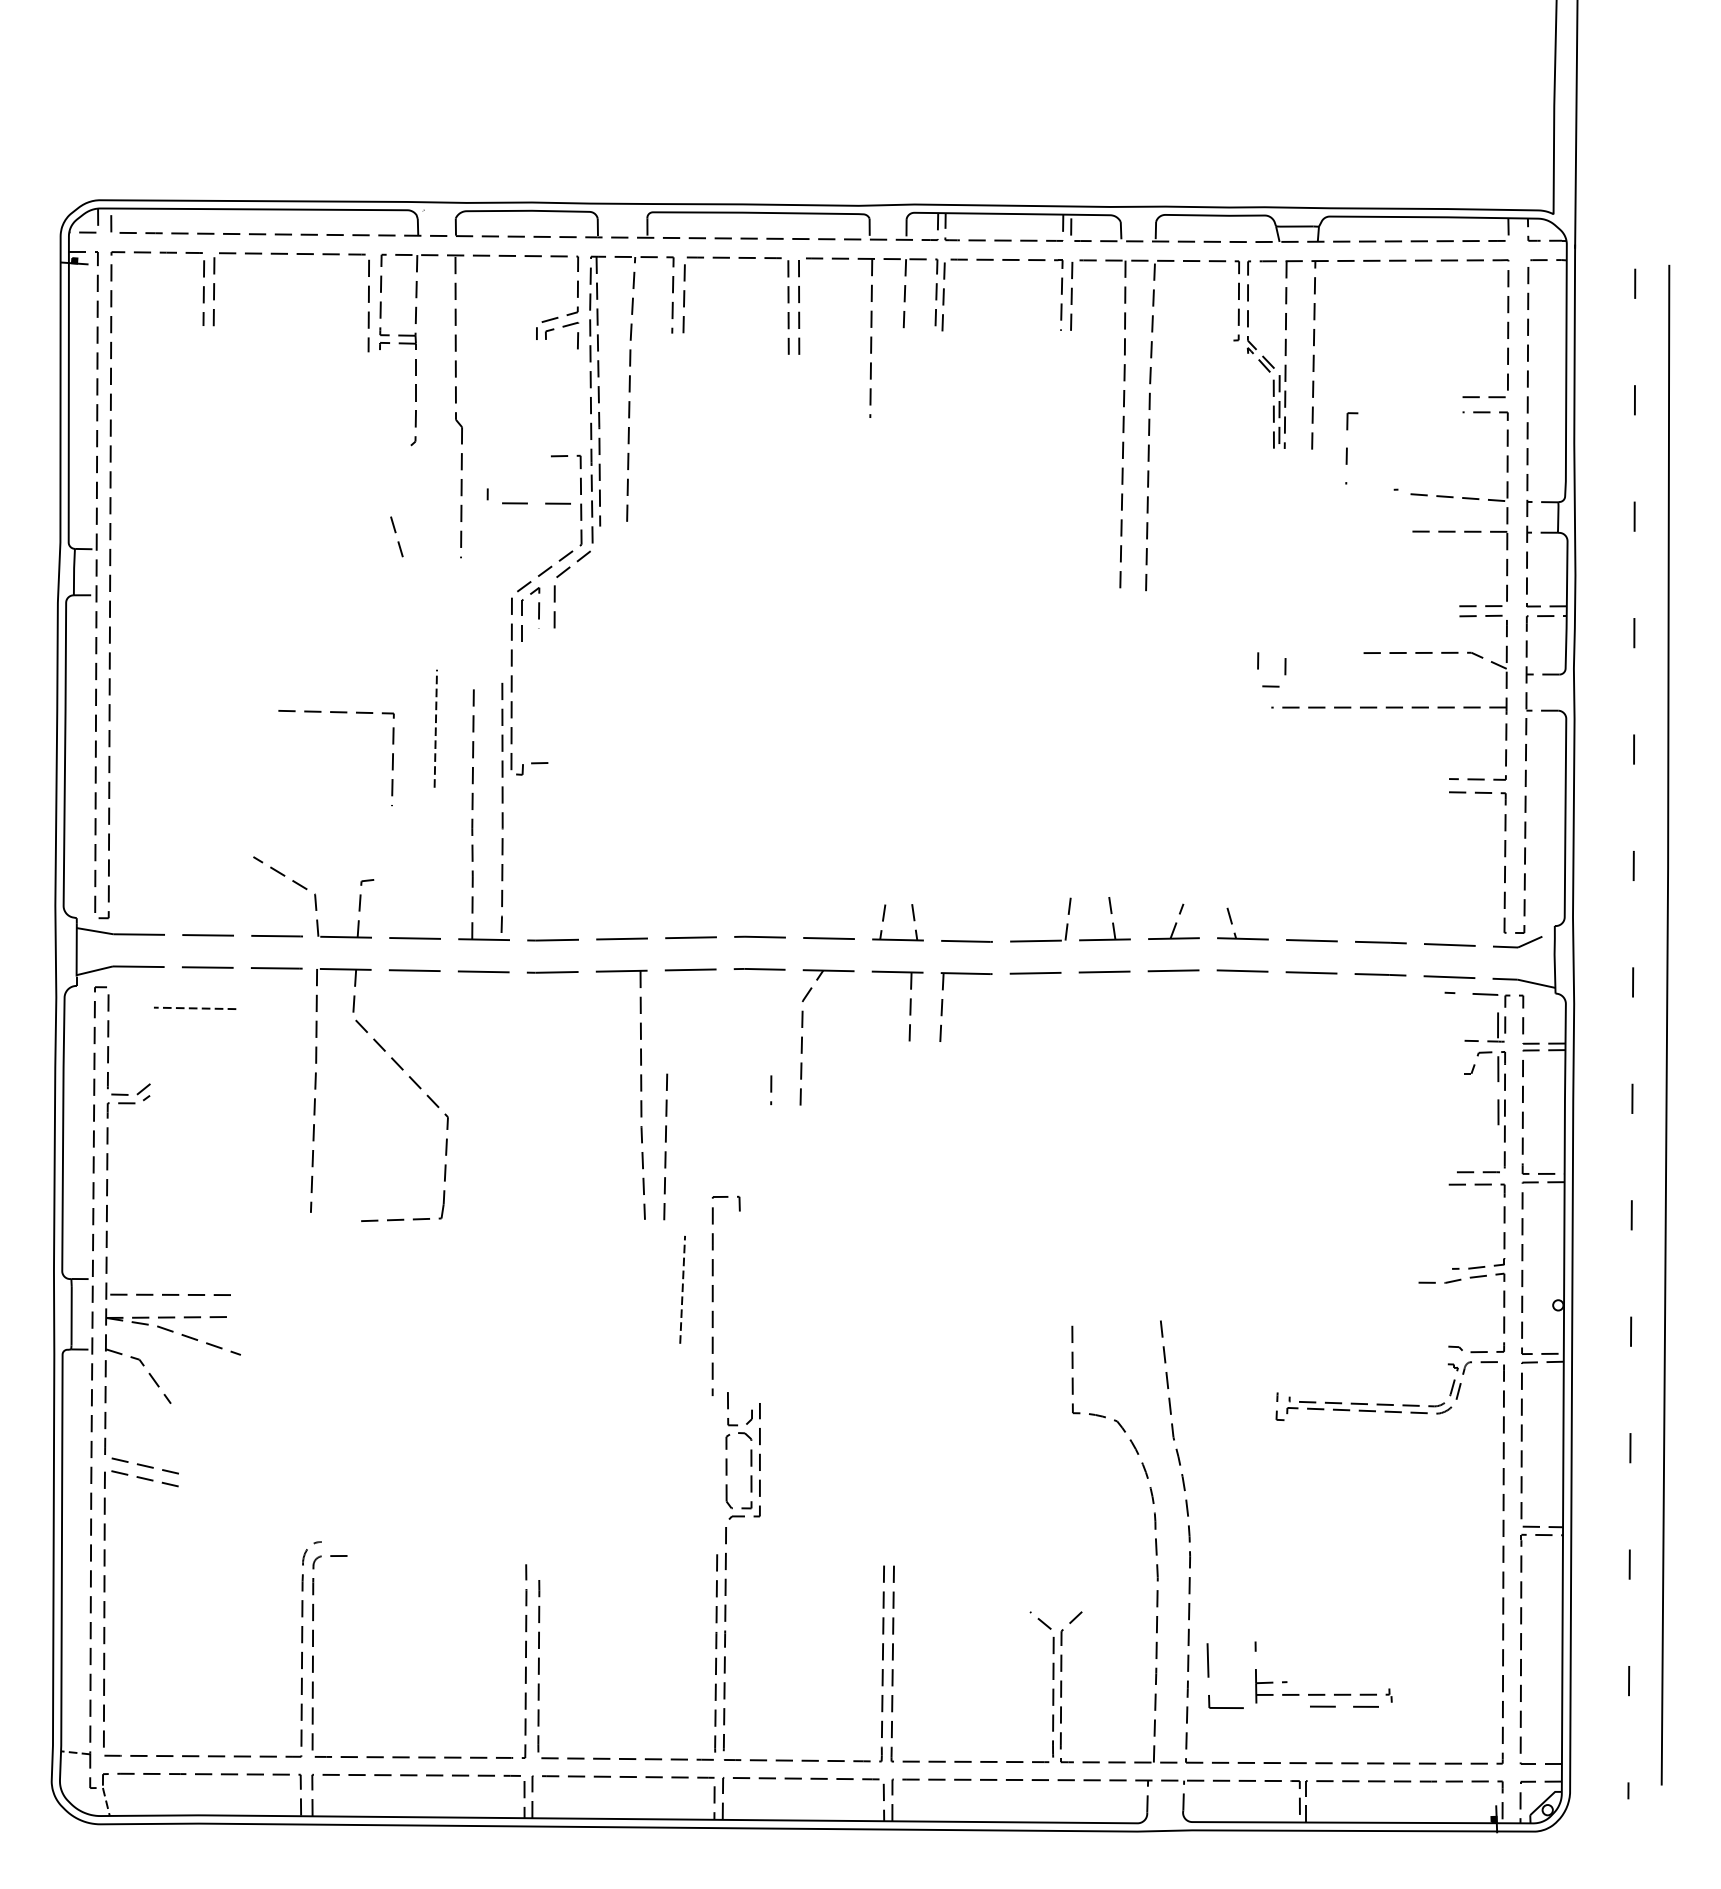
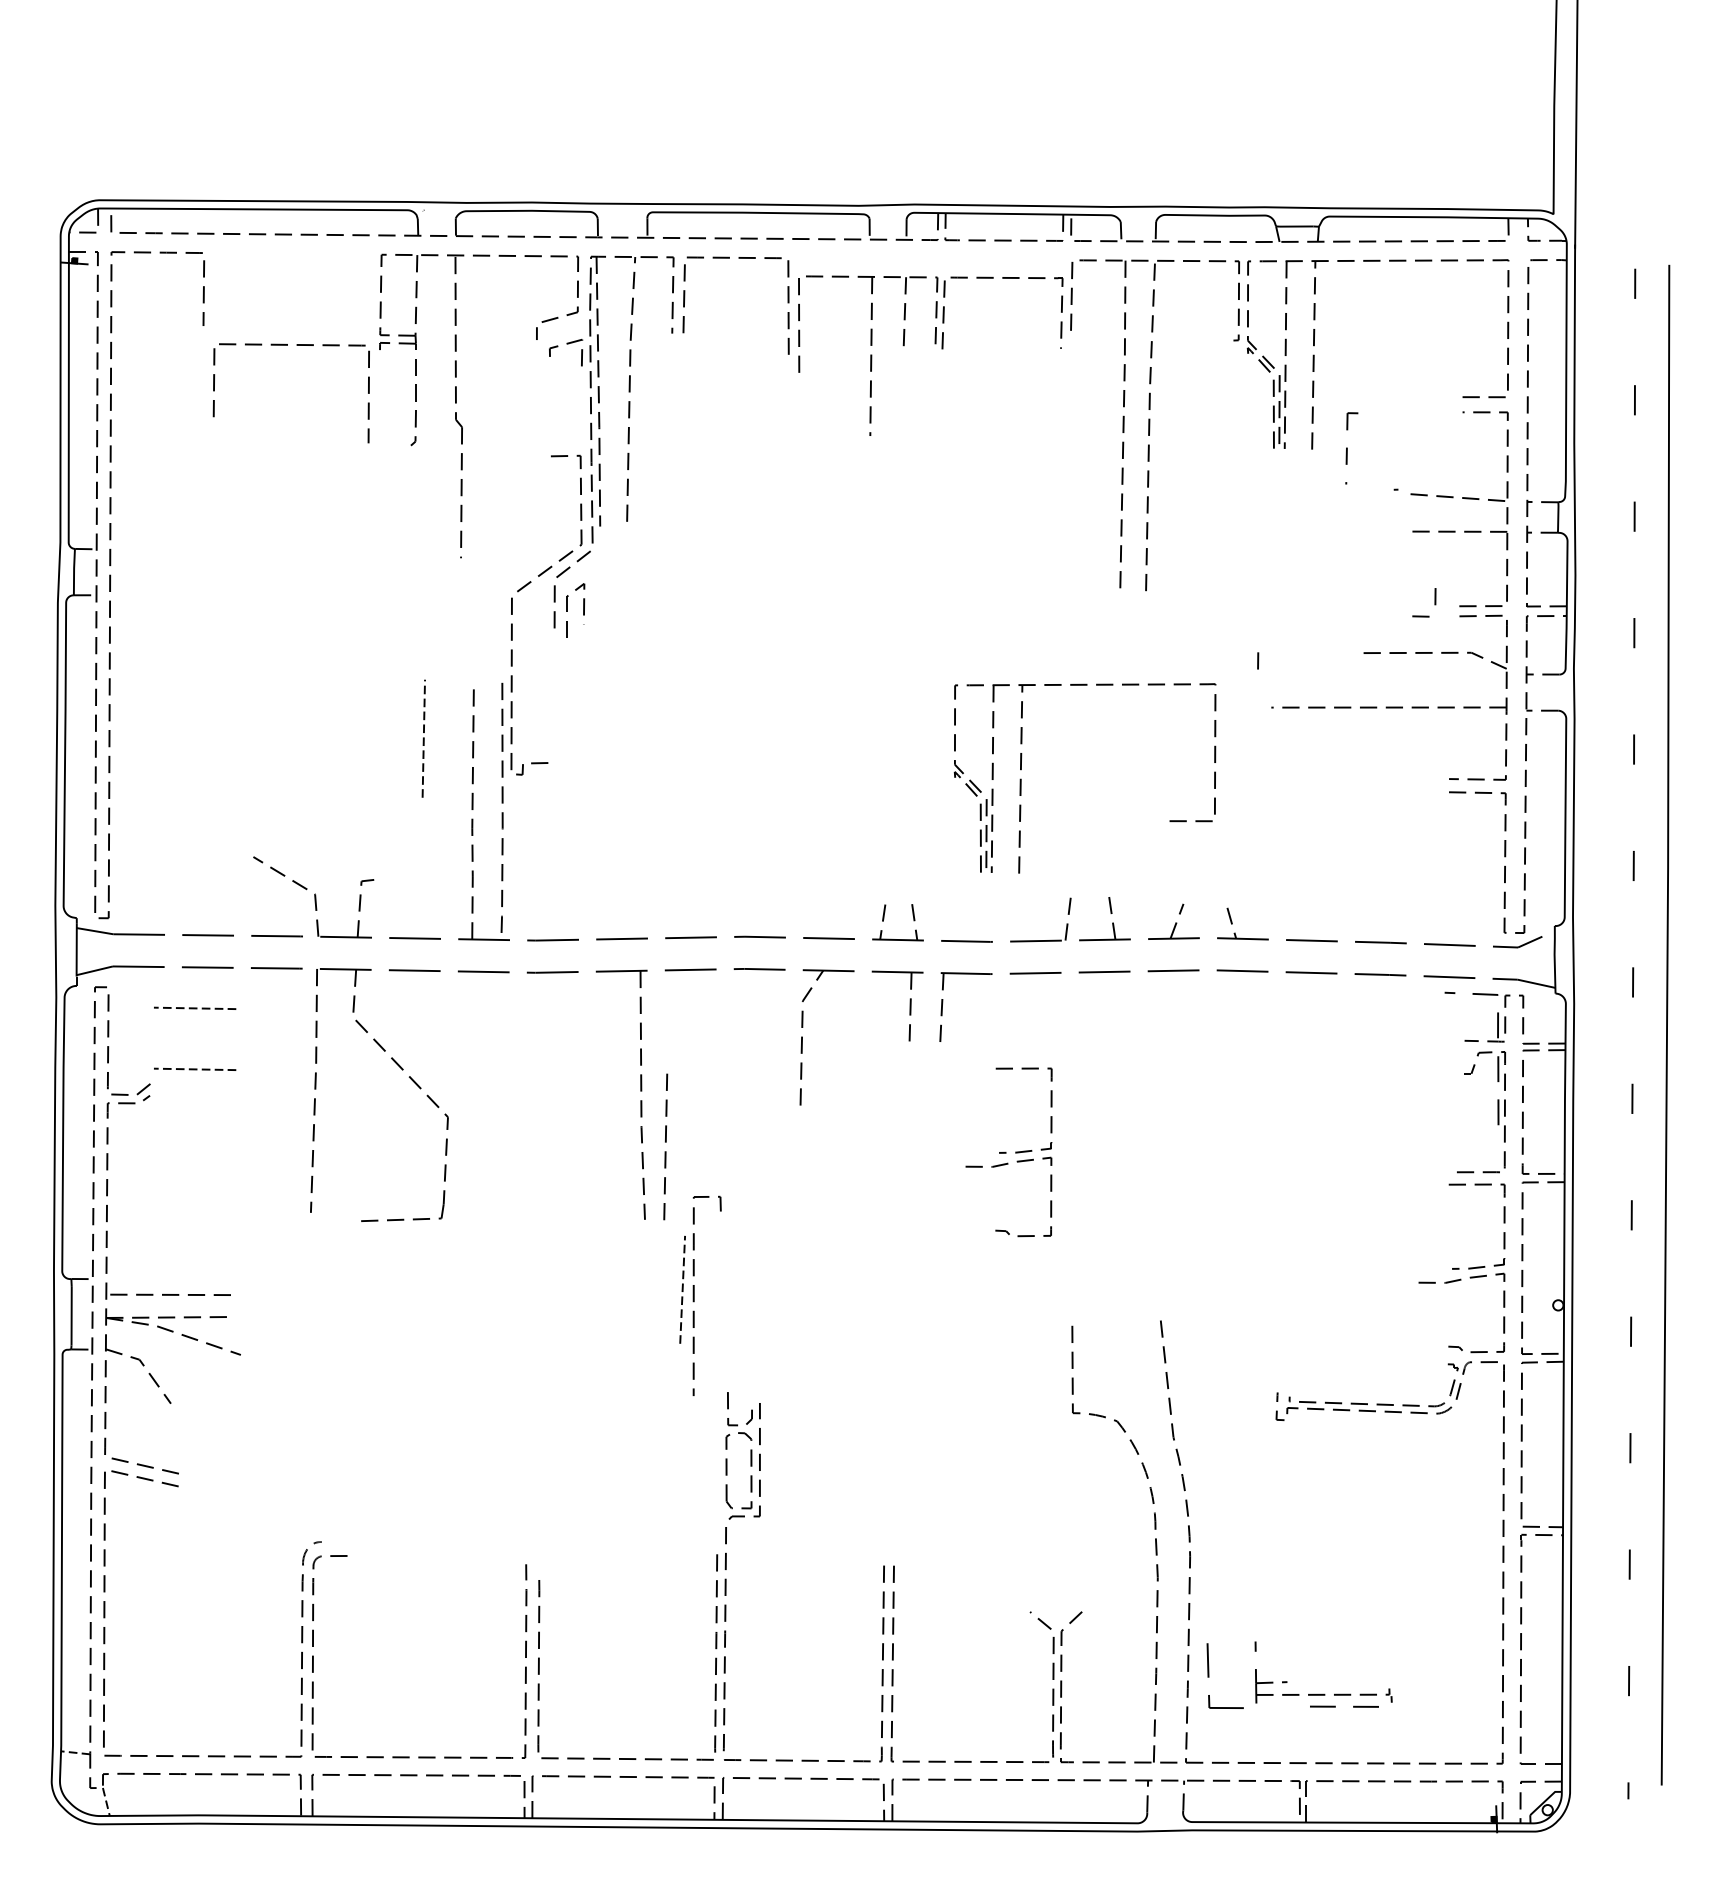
curve at (287, 254) position: (287, 254) -> (287, 345)
part at (935, 326) position: (935, 326) -> (935, 344)
line at (562, 327) position: (562, 327) -> (566, 344)
line at (527, 502): present -> none
line at (395, 533): present -> none
line at (522, 614) position: (522, 614) -> (567, 610)
line at (1284, 672) position: (1284, 672) -> (1434, 602)
line at (336, 713): present -> none
line at (435, 728) position: (435, 728) -> (423, 738)
part at (1021, 778): none -> present
line at (195, 1068): none -> present
line at (771, 1090): present -> none
part at (1008, 1152): none -> present
line at (713, 1295) position: (713, 1295) -> (694, 1295)
